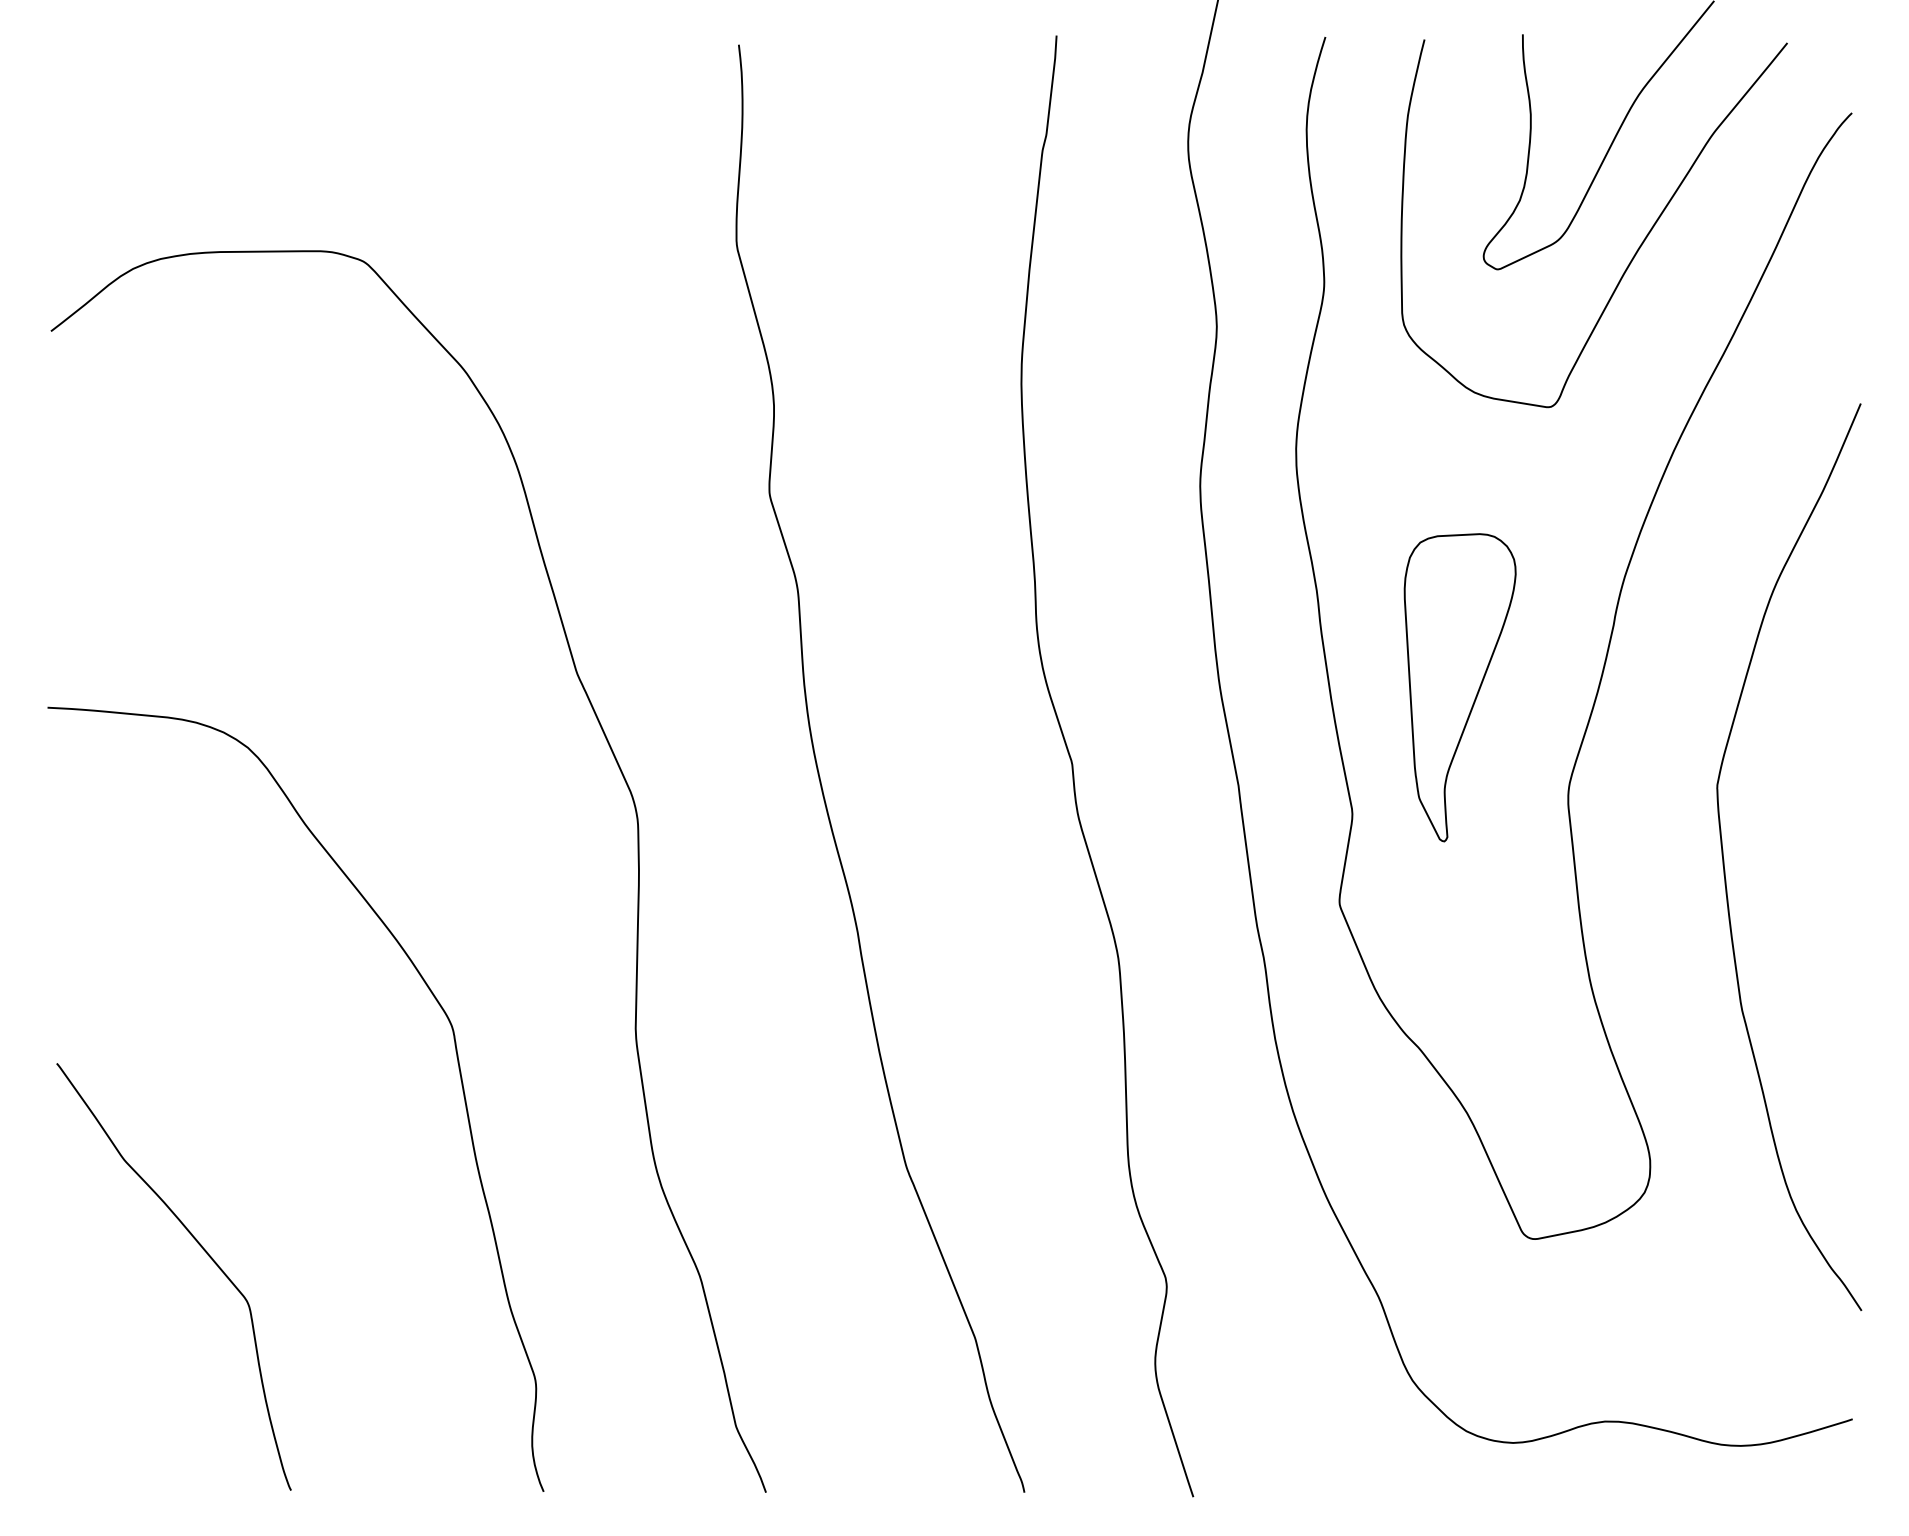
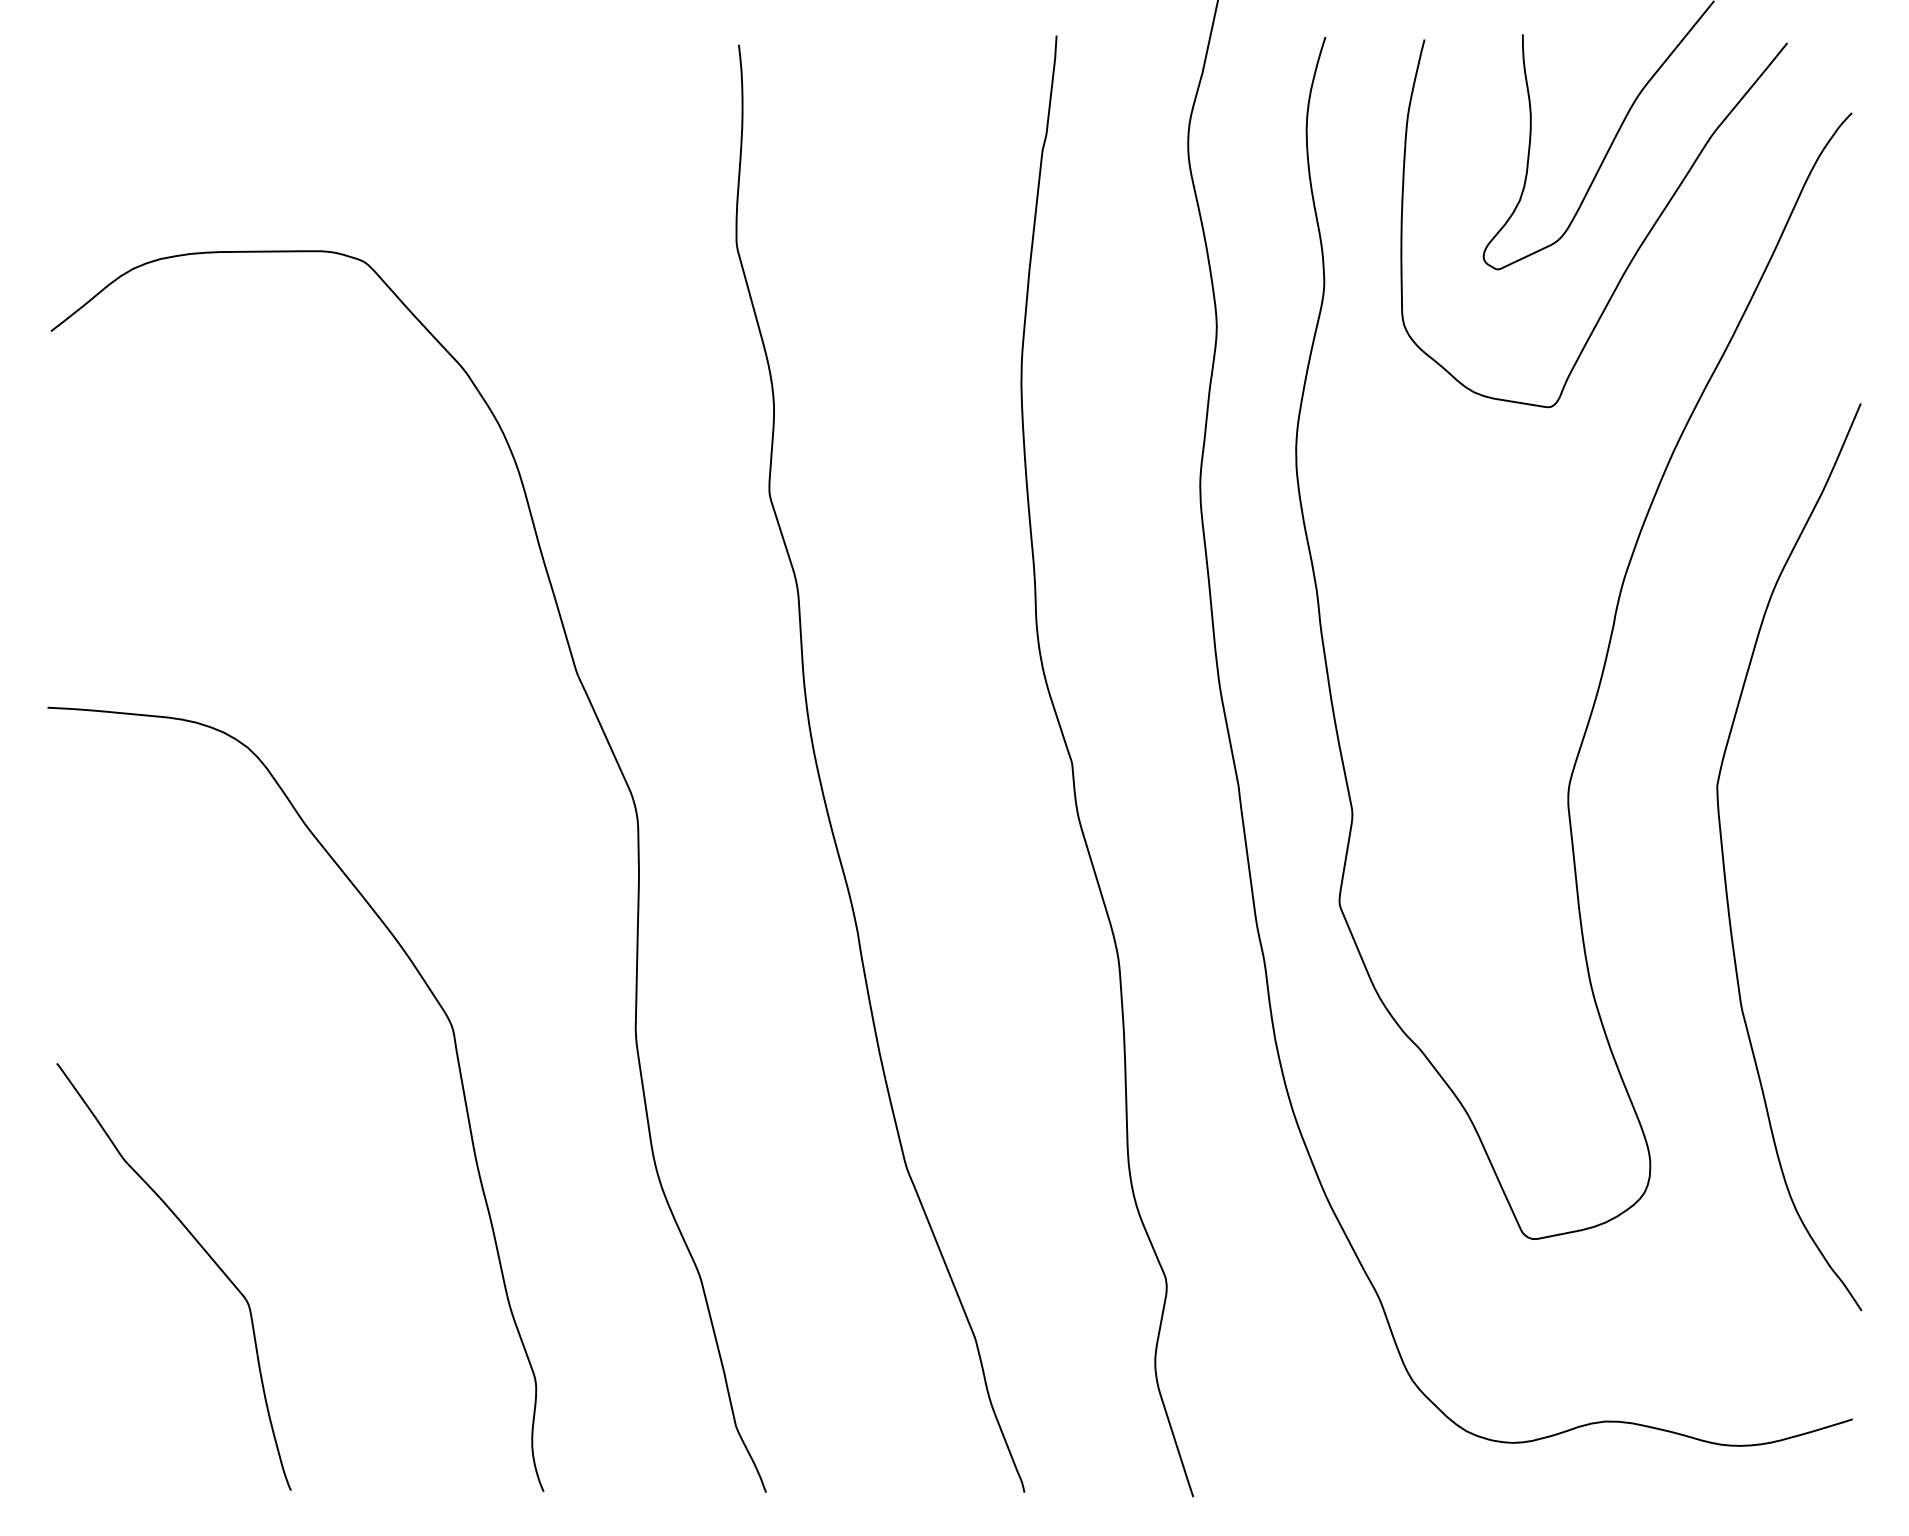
part at (1459, 687): present -> none
